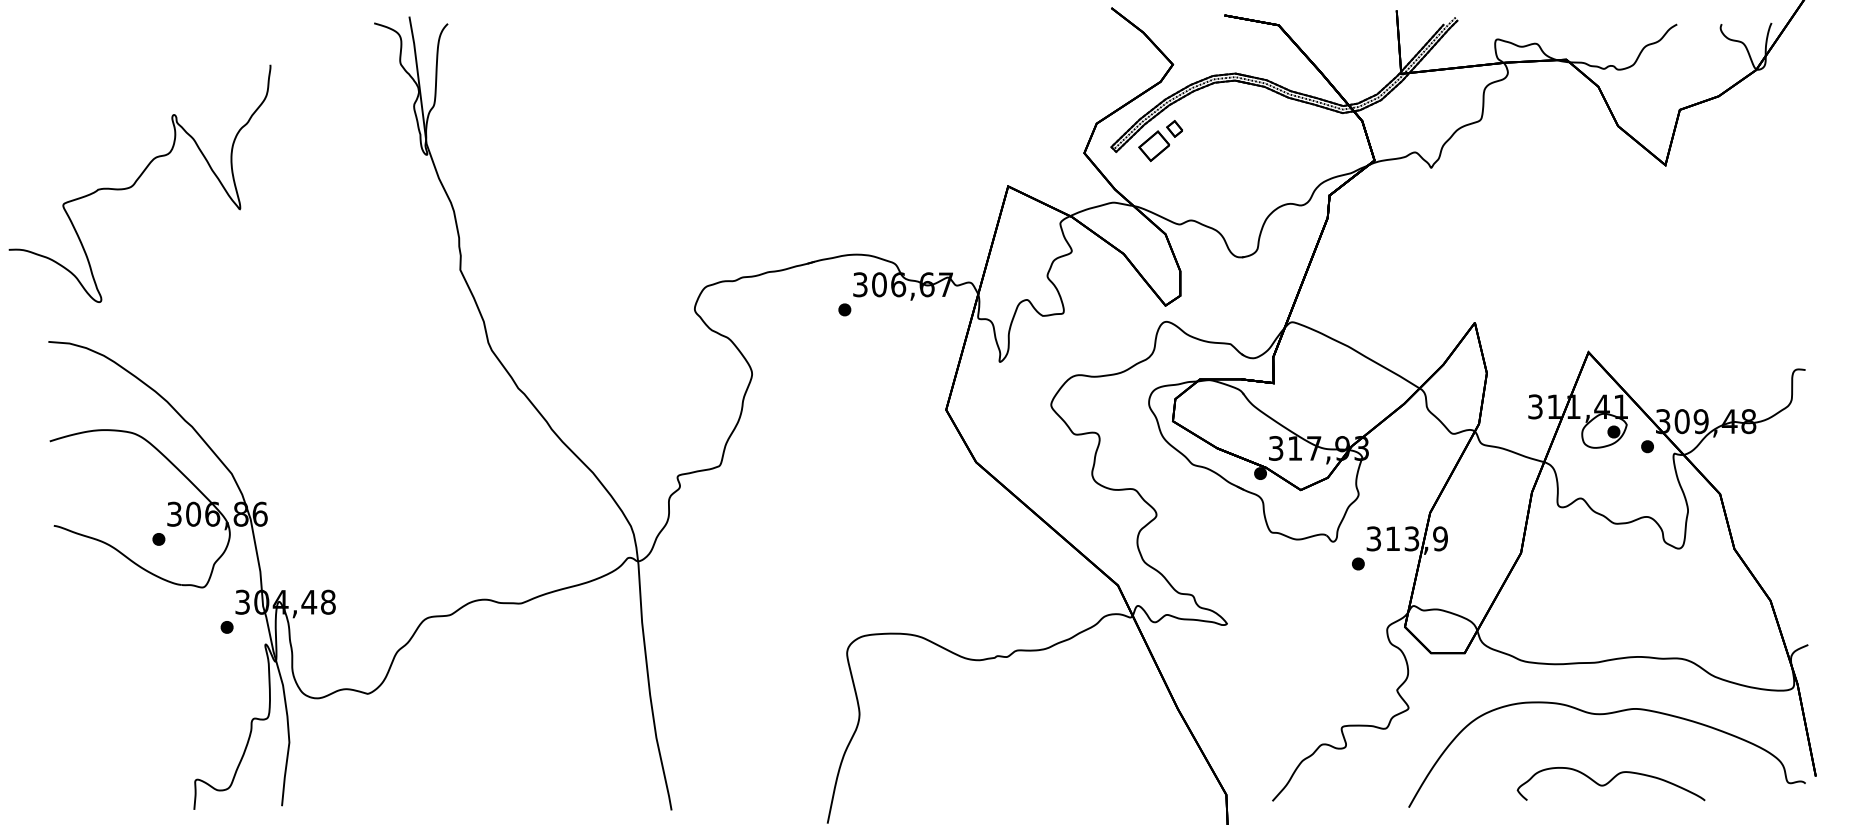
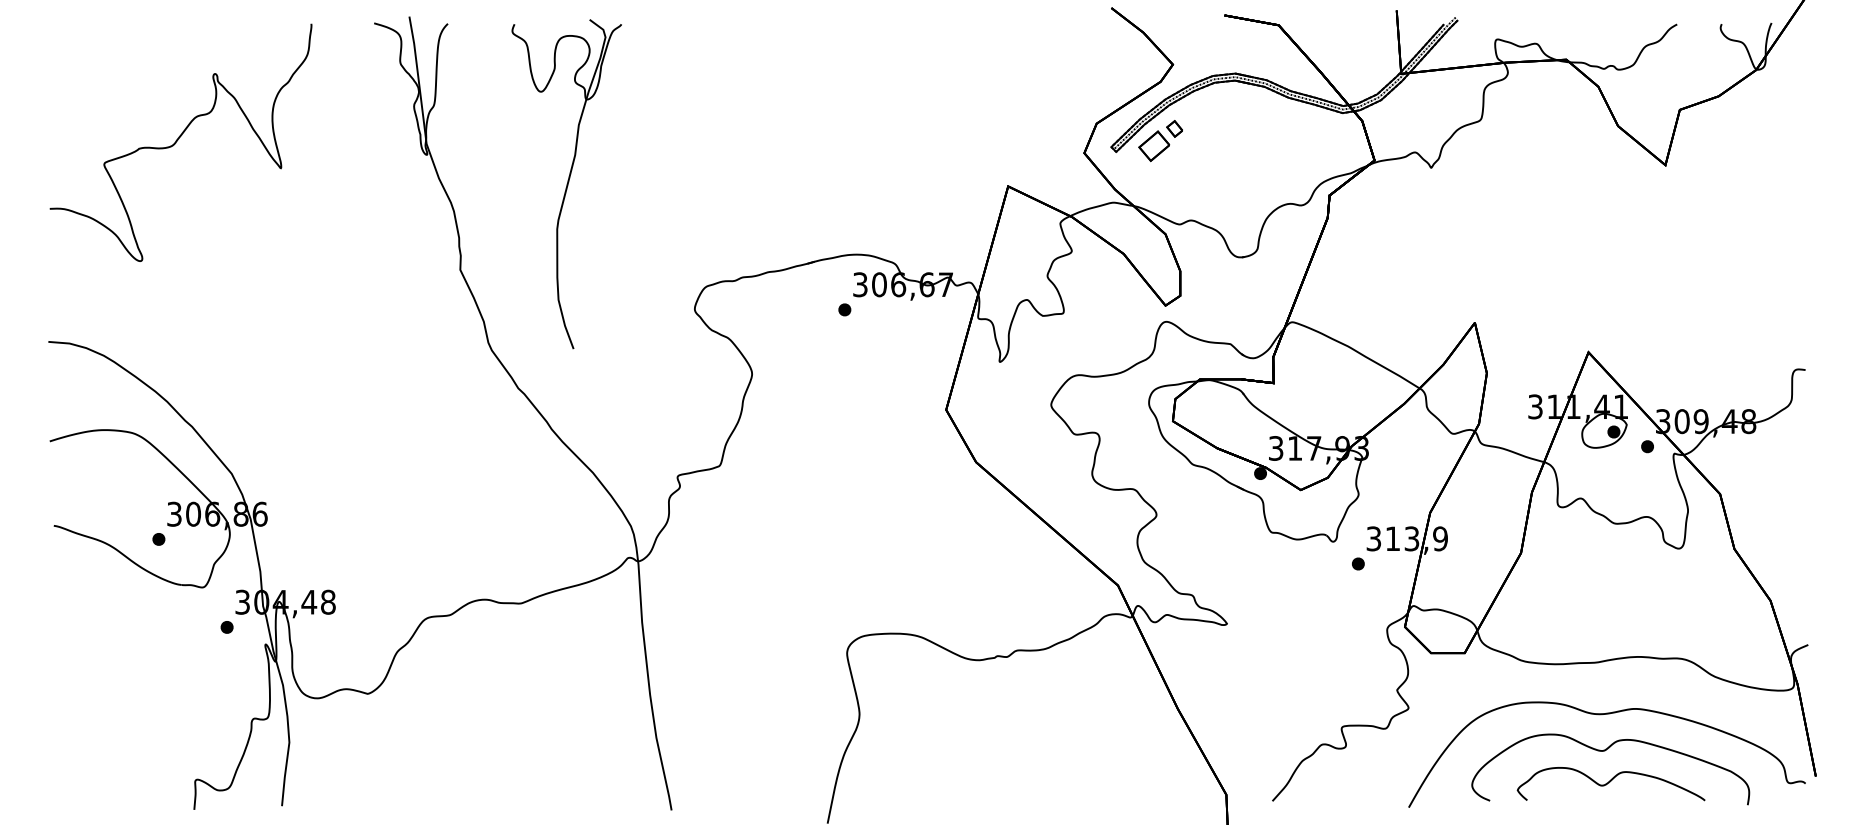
curve at (137, 181) position: (137, 181) -> (178, 140)
part at (566, 184): none -> present
curve at (1605, 751): none -> present
